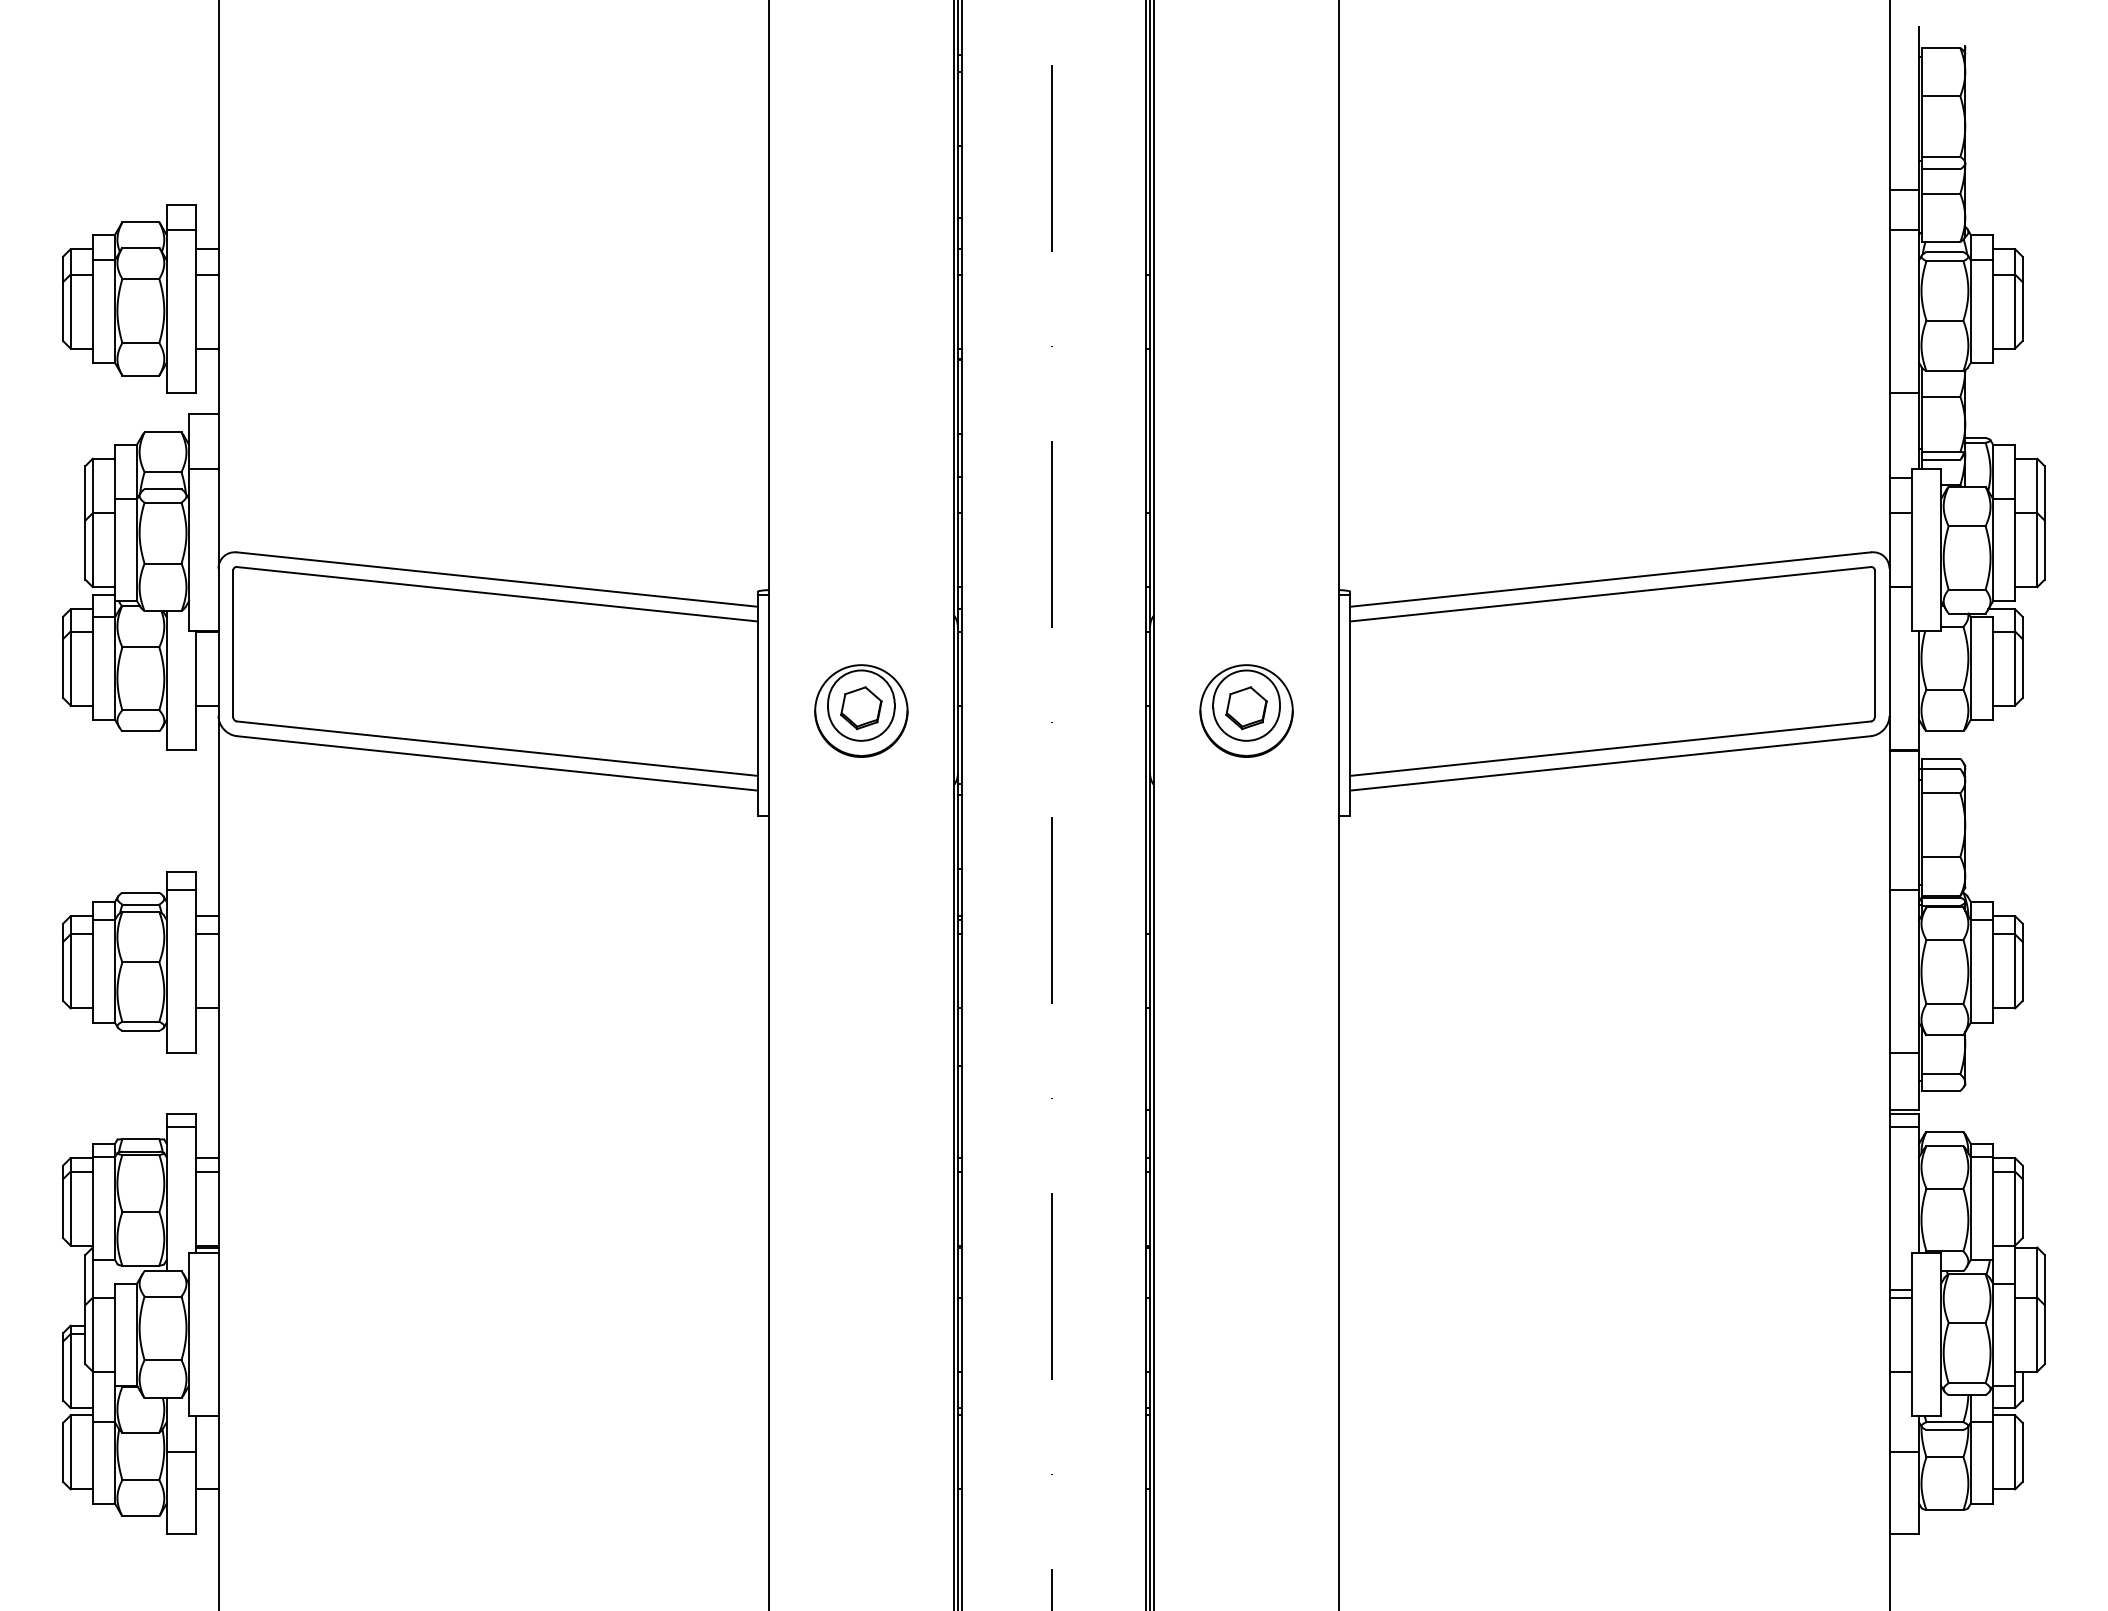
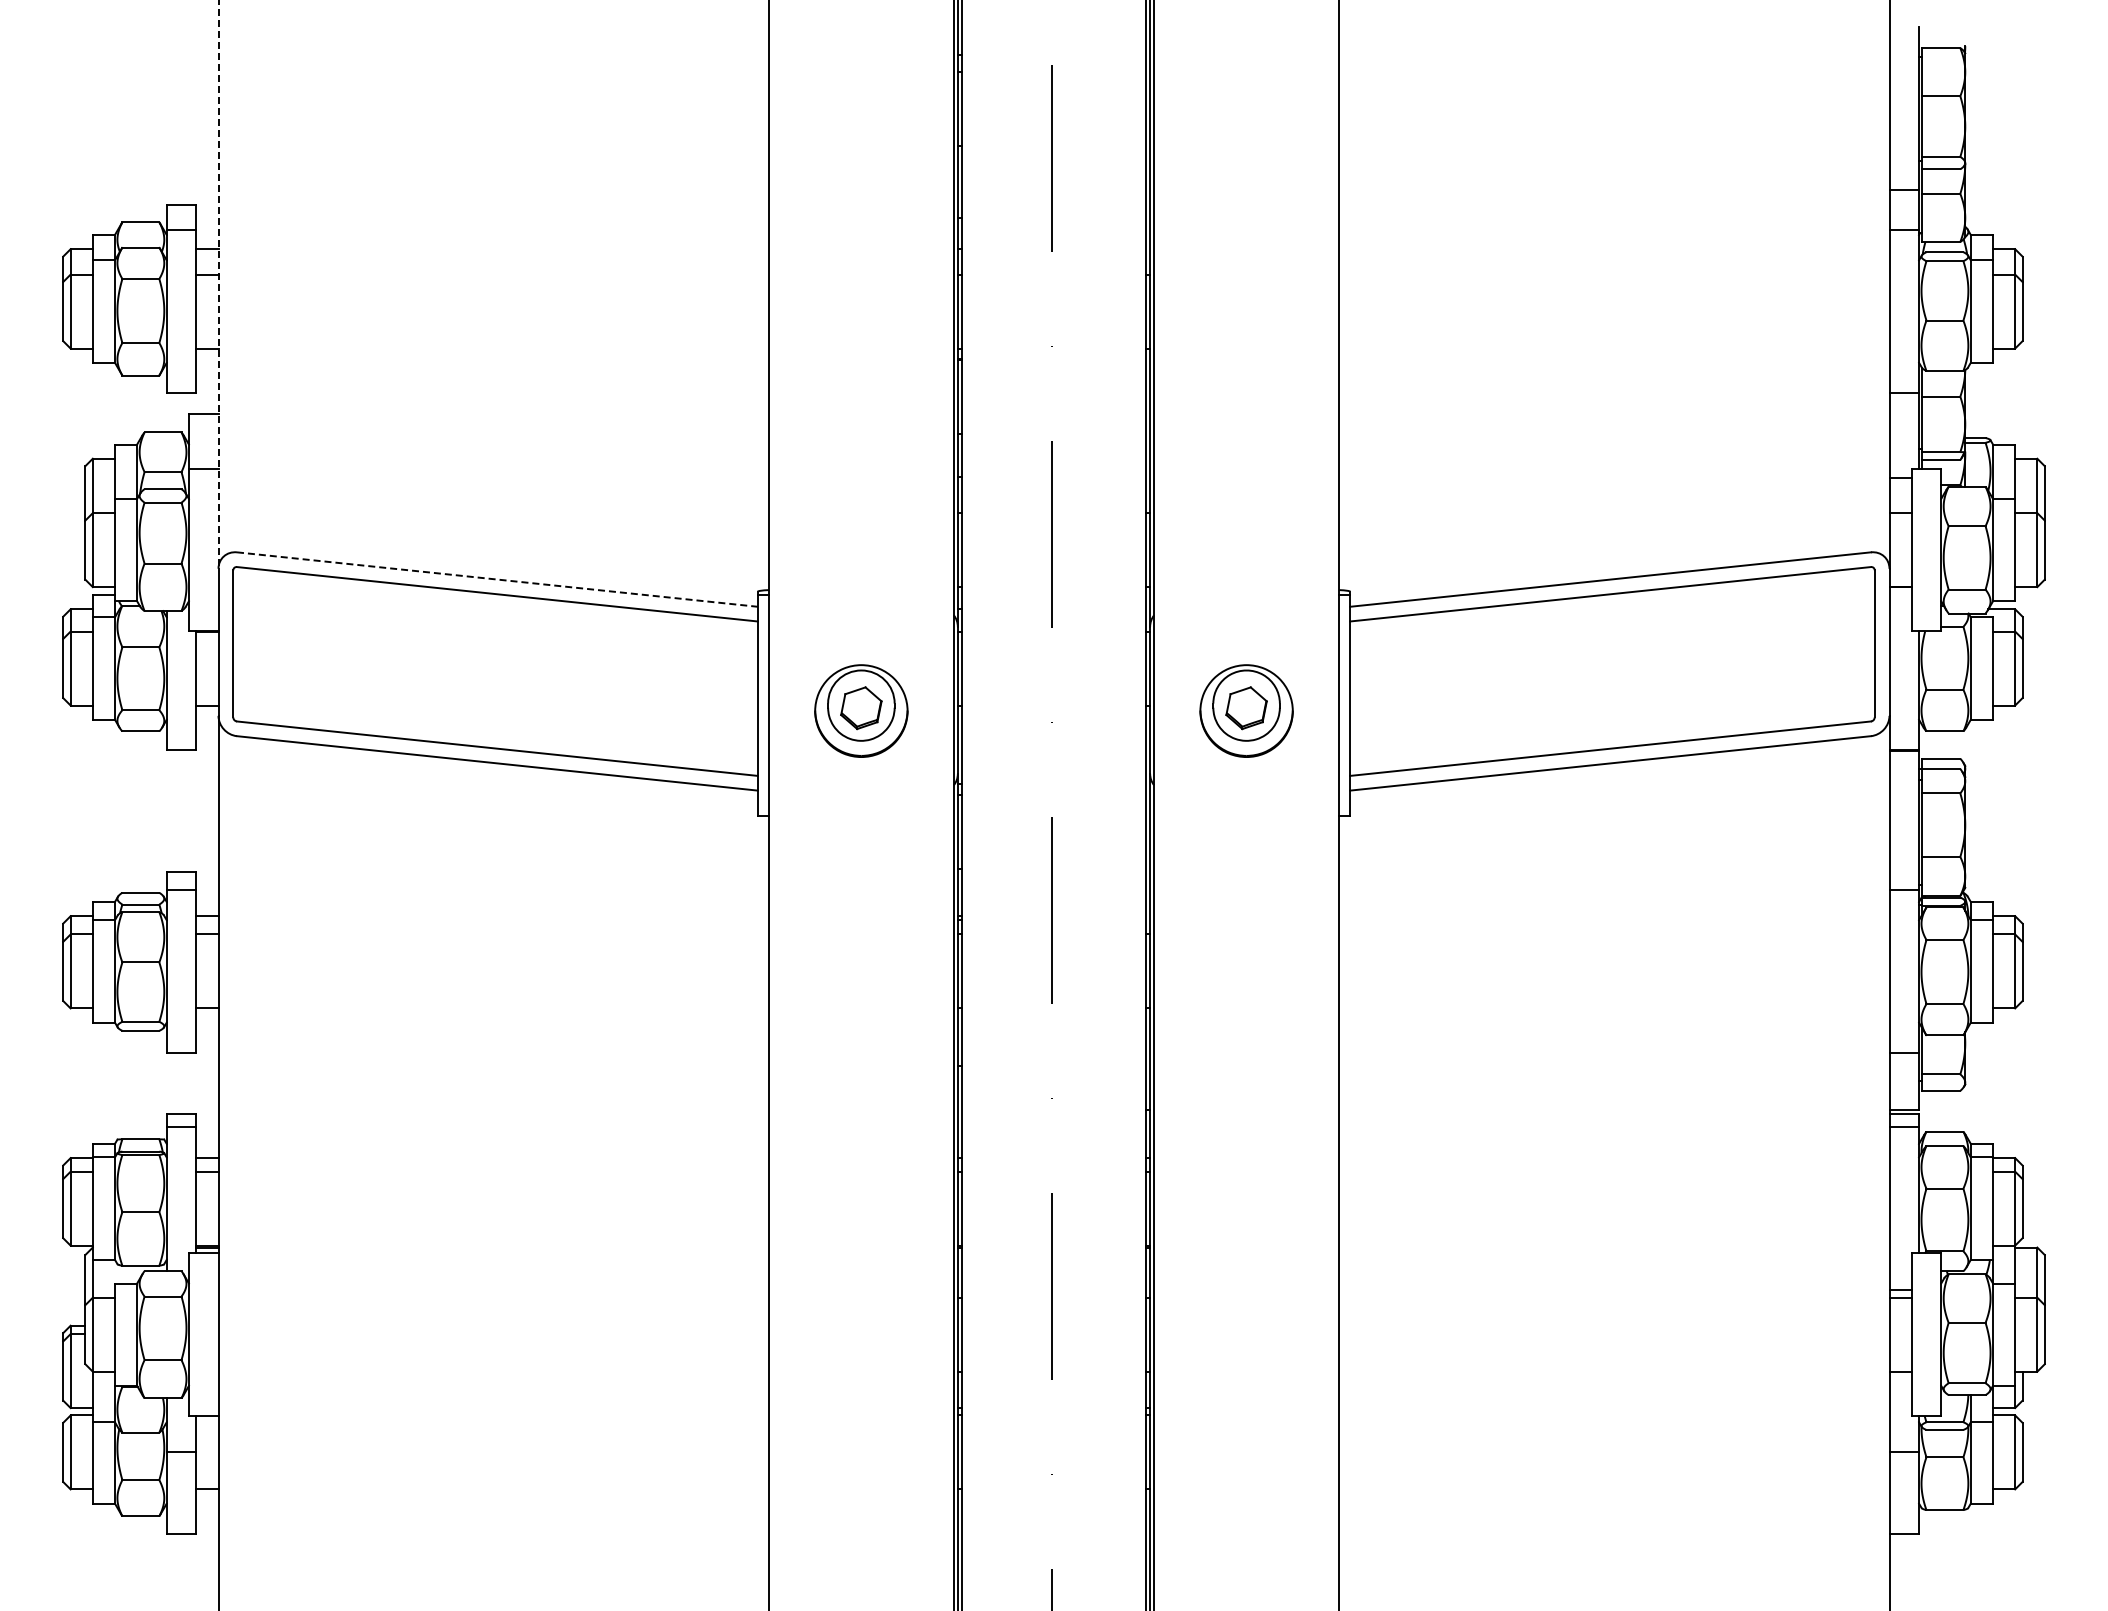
line at (218, 284): solid -> dashed
line at (497, 579): solid -> dashed
